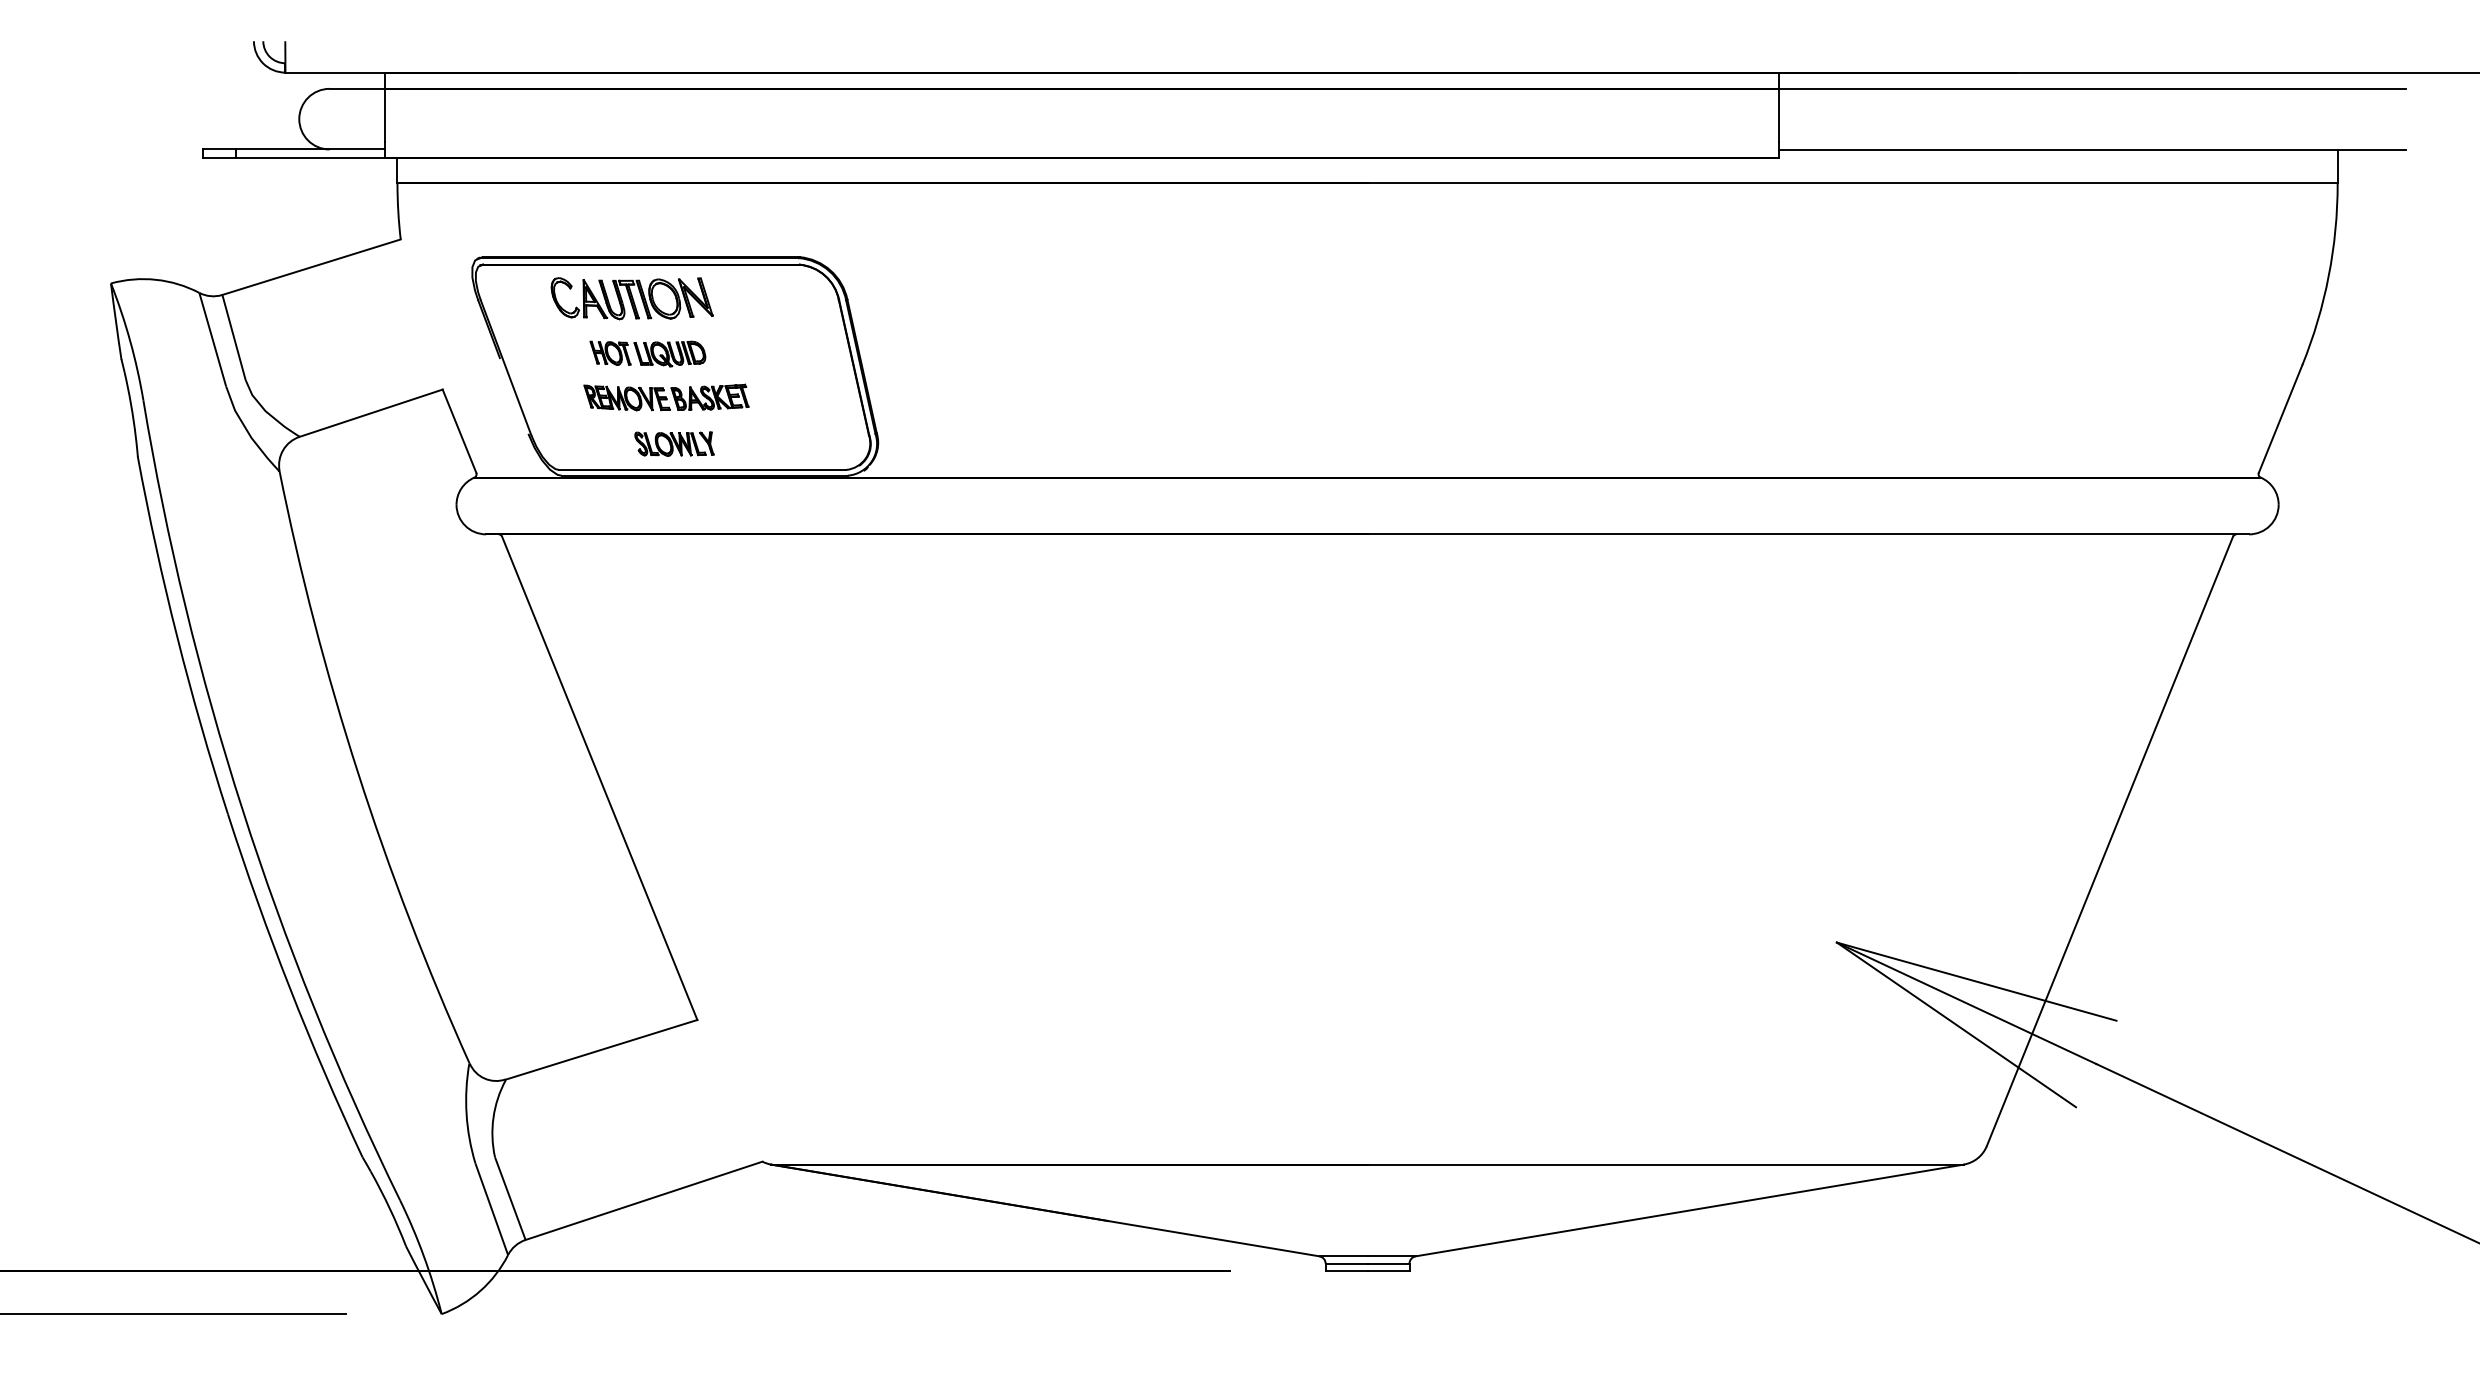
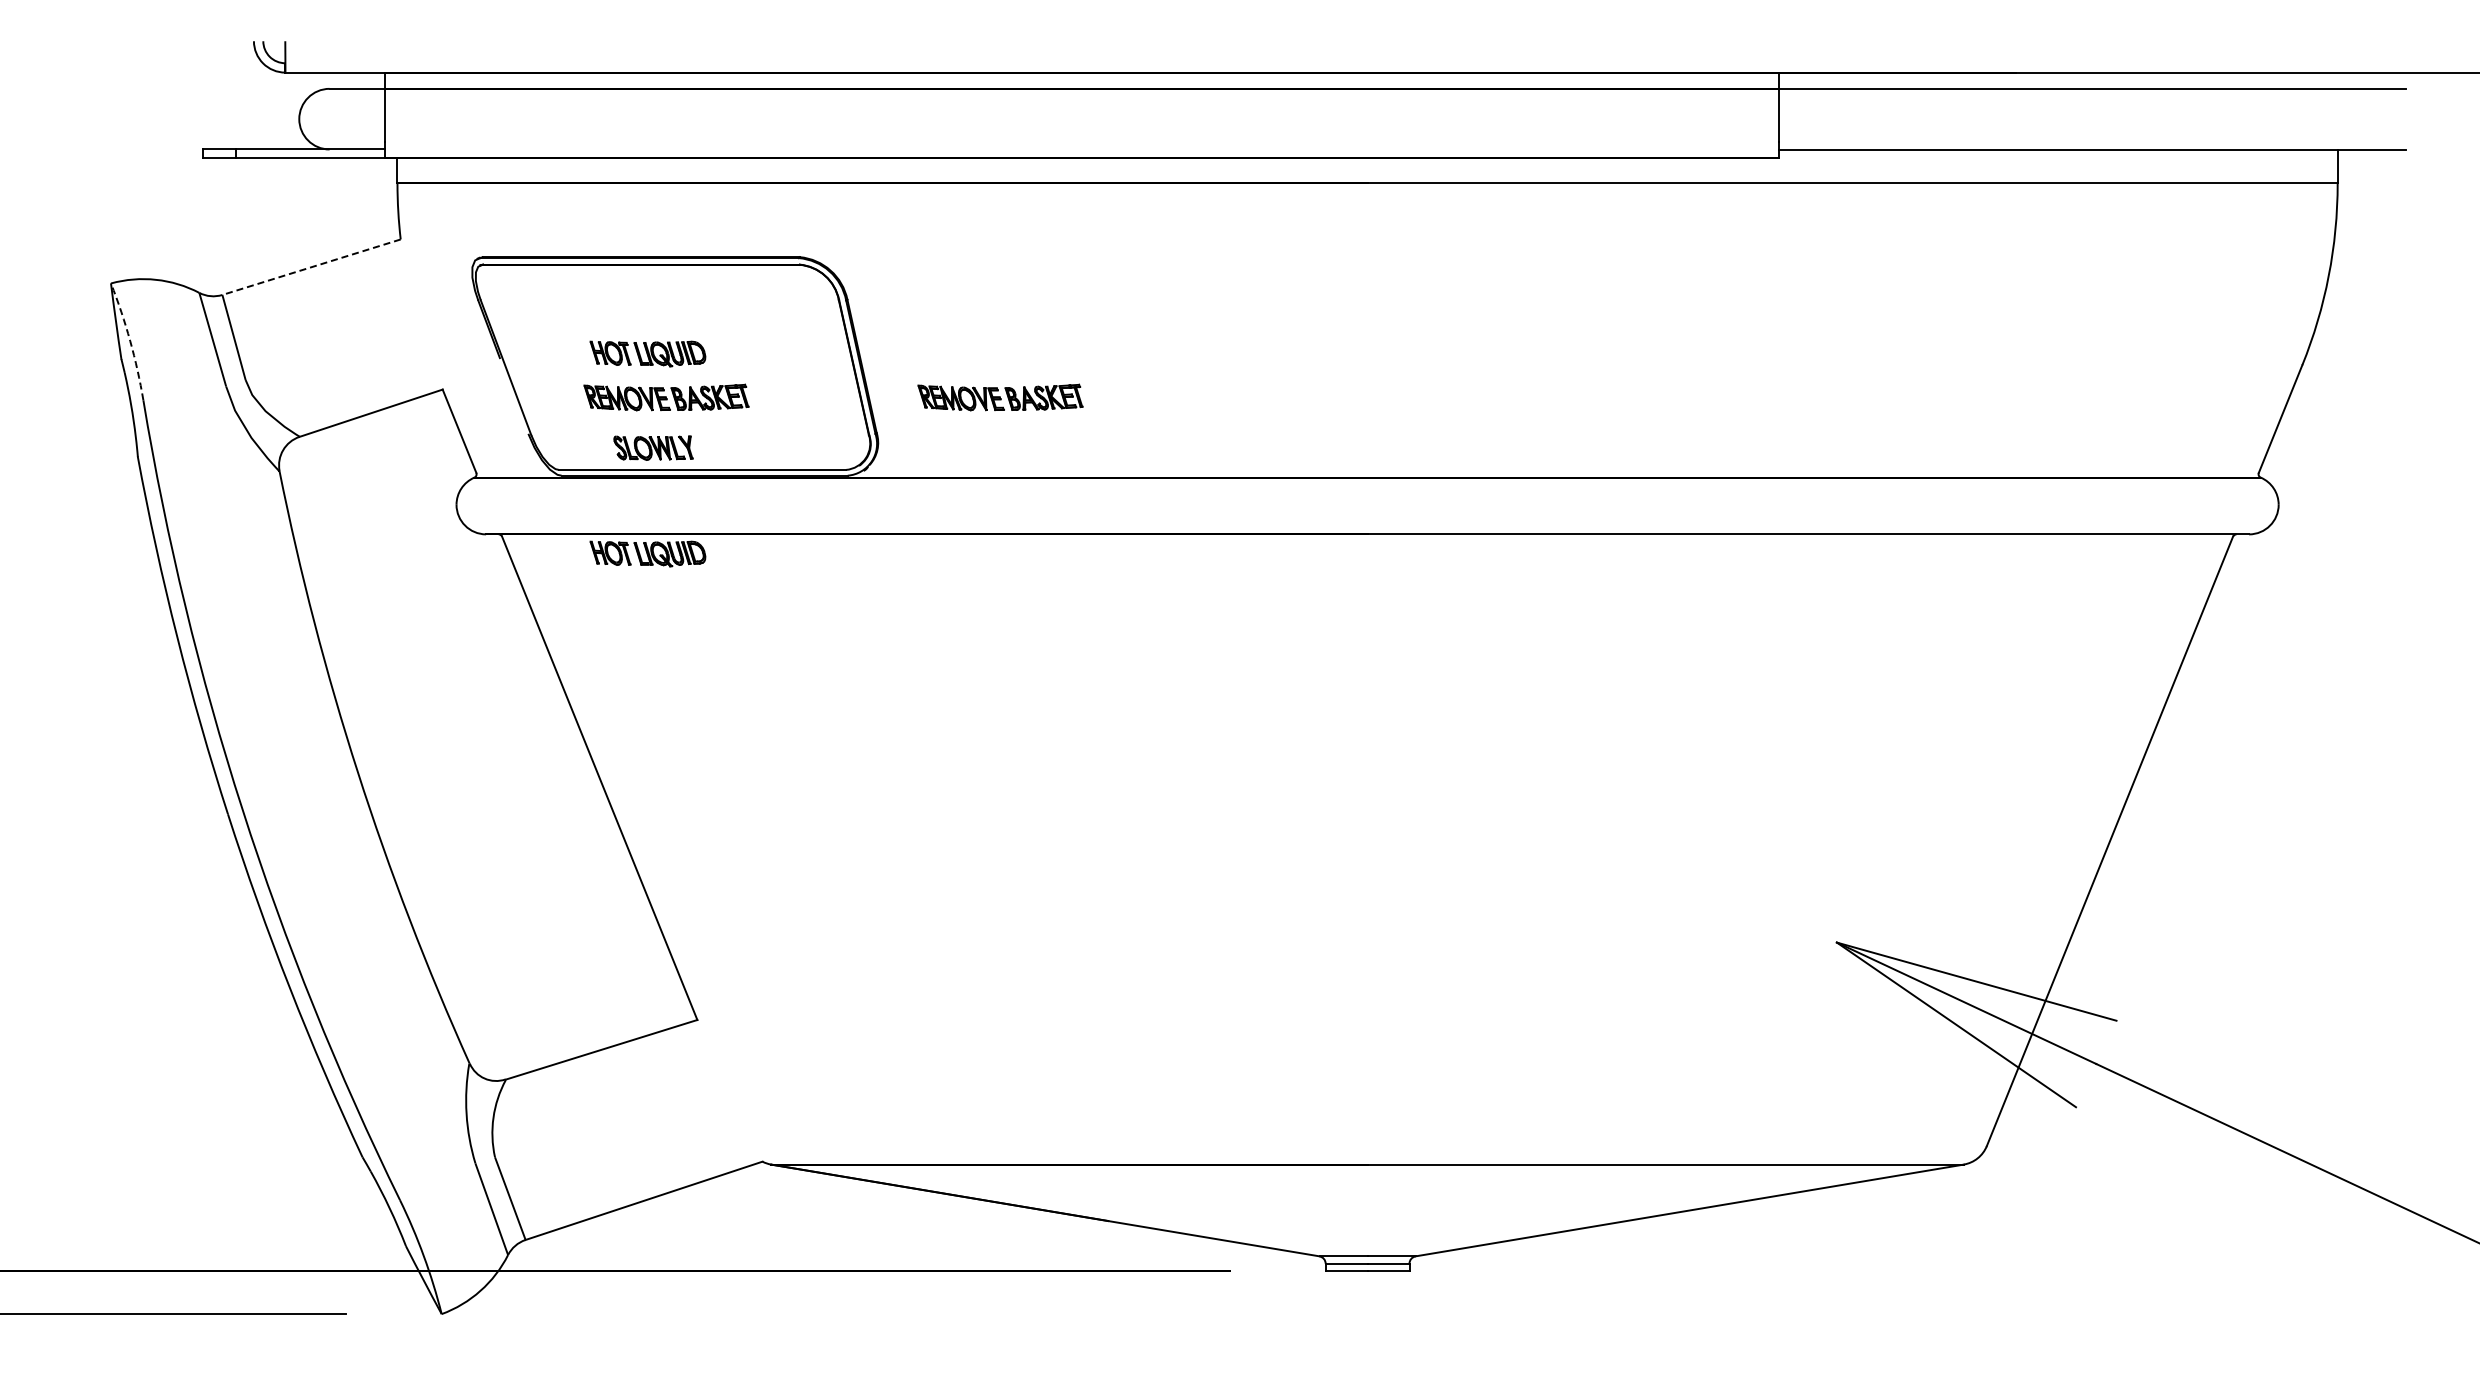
line at (311, 267): solid -> dashed
part at (631, 298): present -> none
arc at (130, 341): solid -> dashed
part at (1000, 397): none -> present
part at (674, 443) position: (674, 443) -> (653, 447)
part at (647, 553): none -> present
